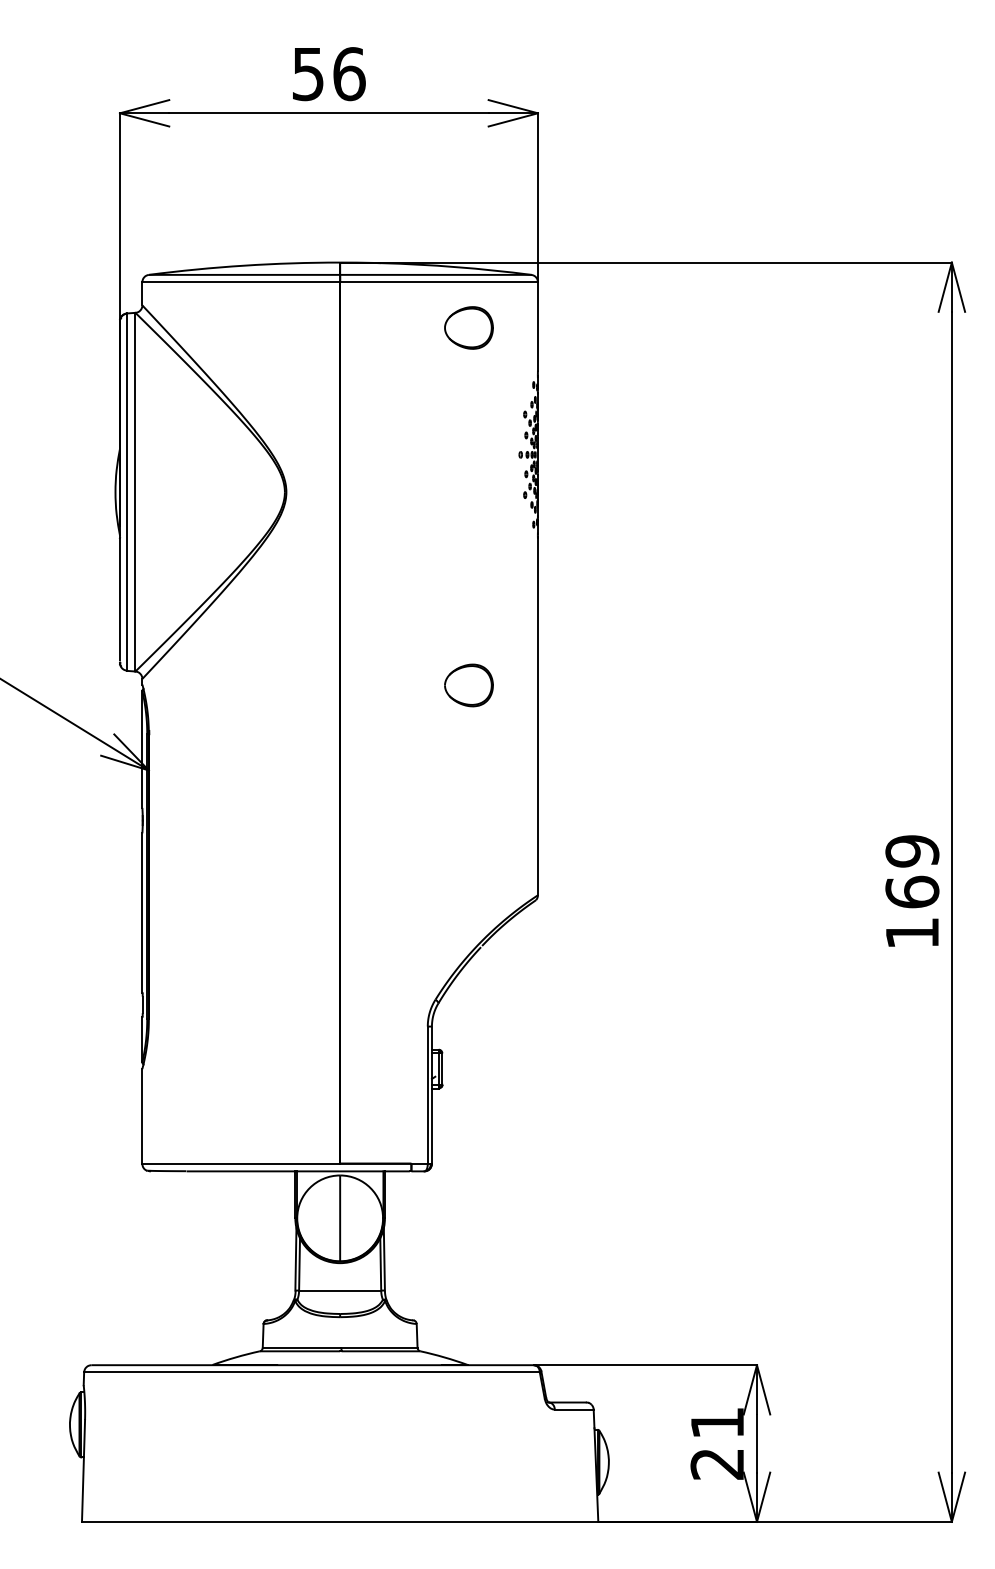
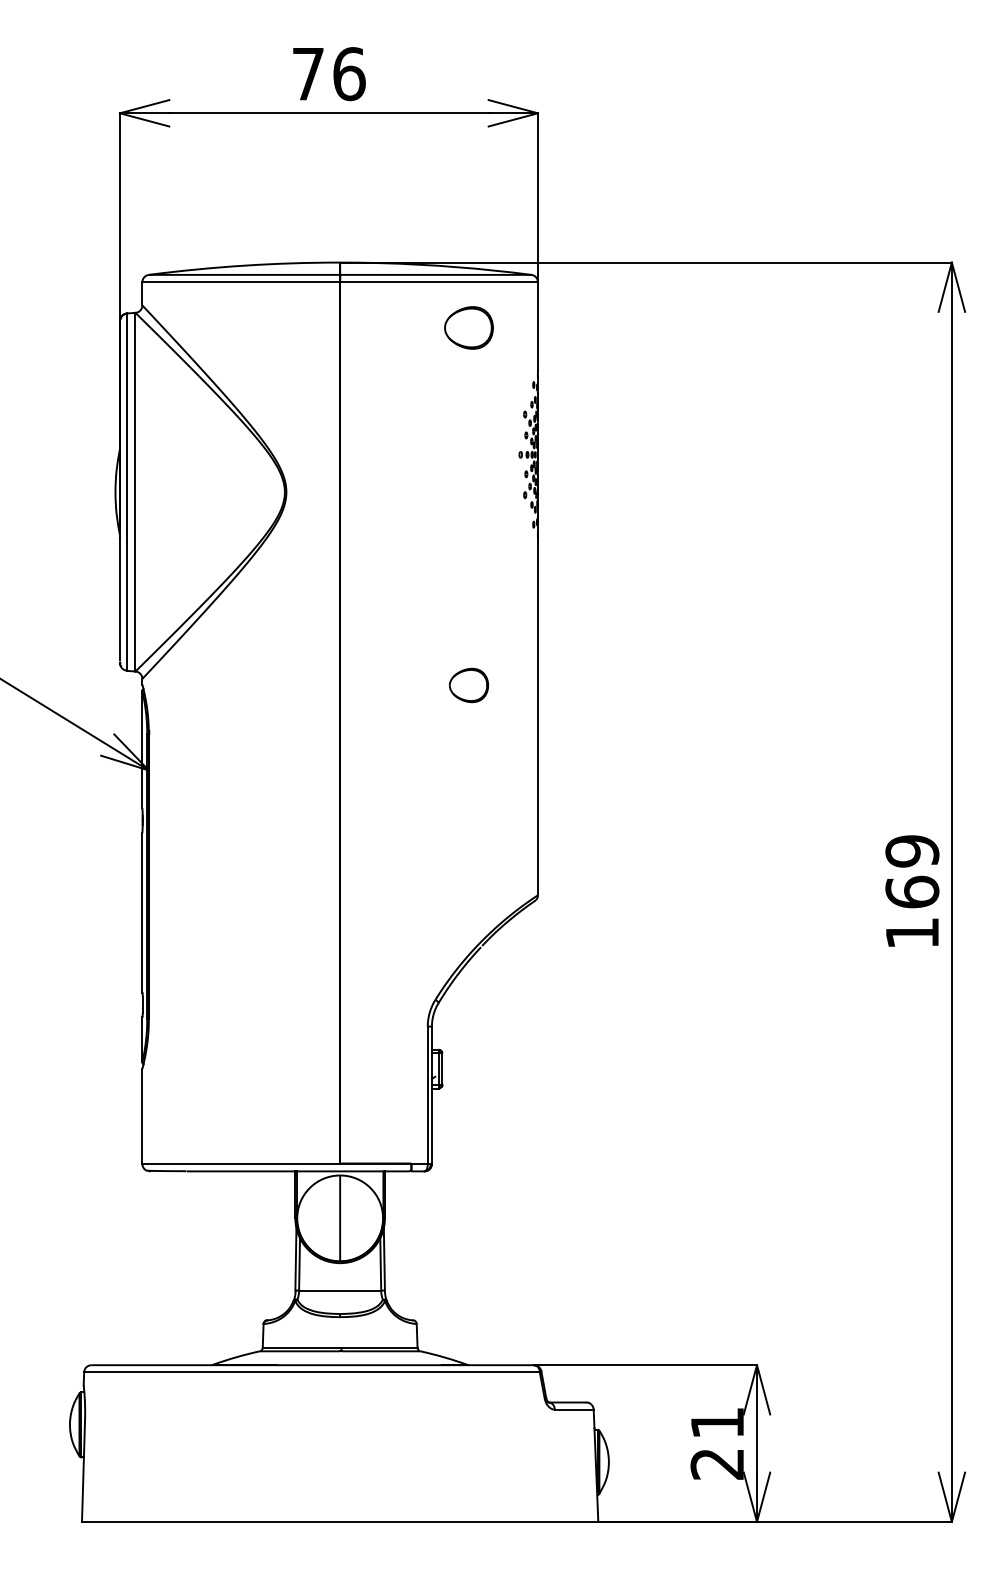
text at (308, 74): 56 -> 76
part at (468, 685) size: 50x45 px -> 42x37 px
